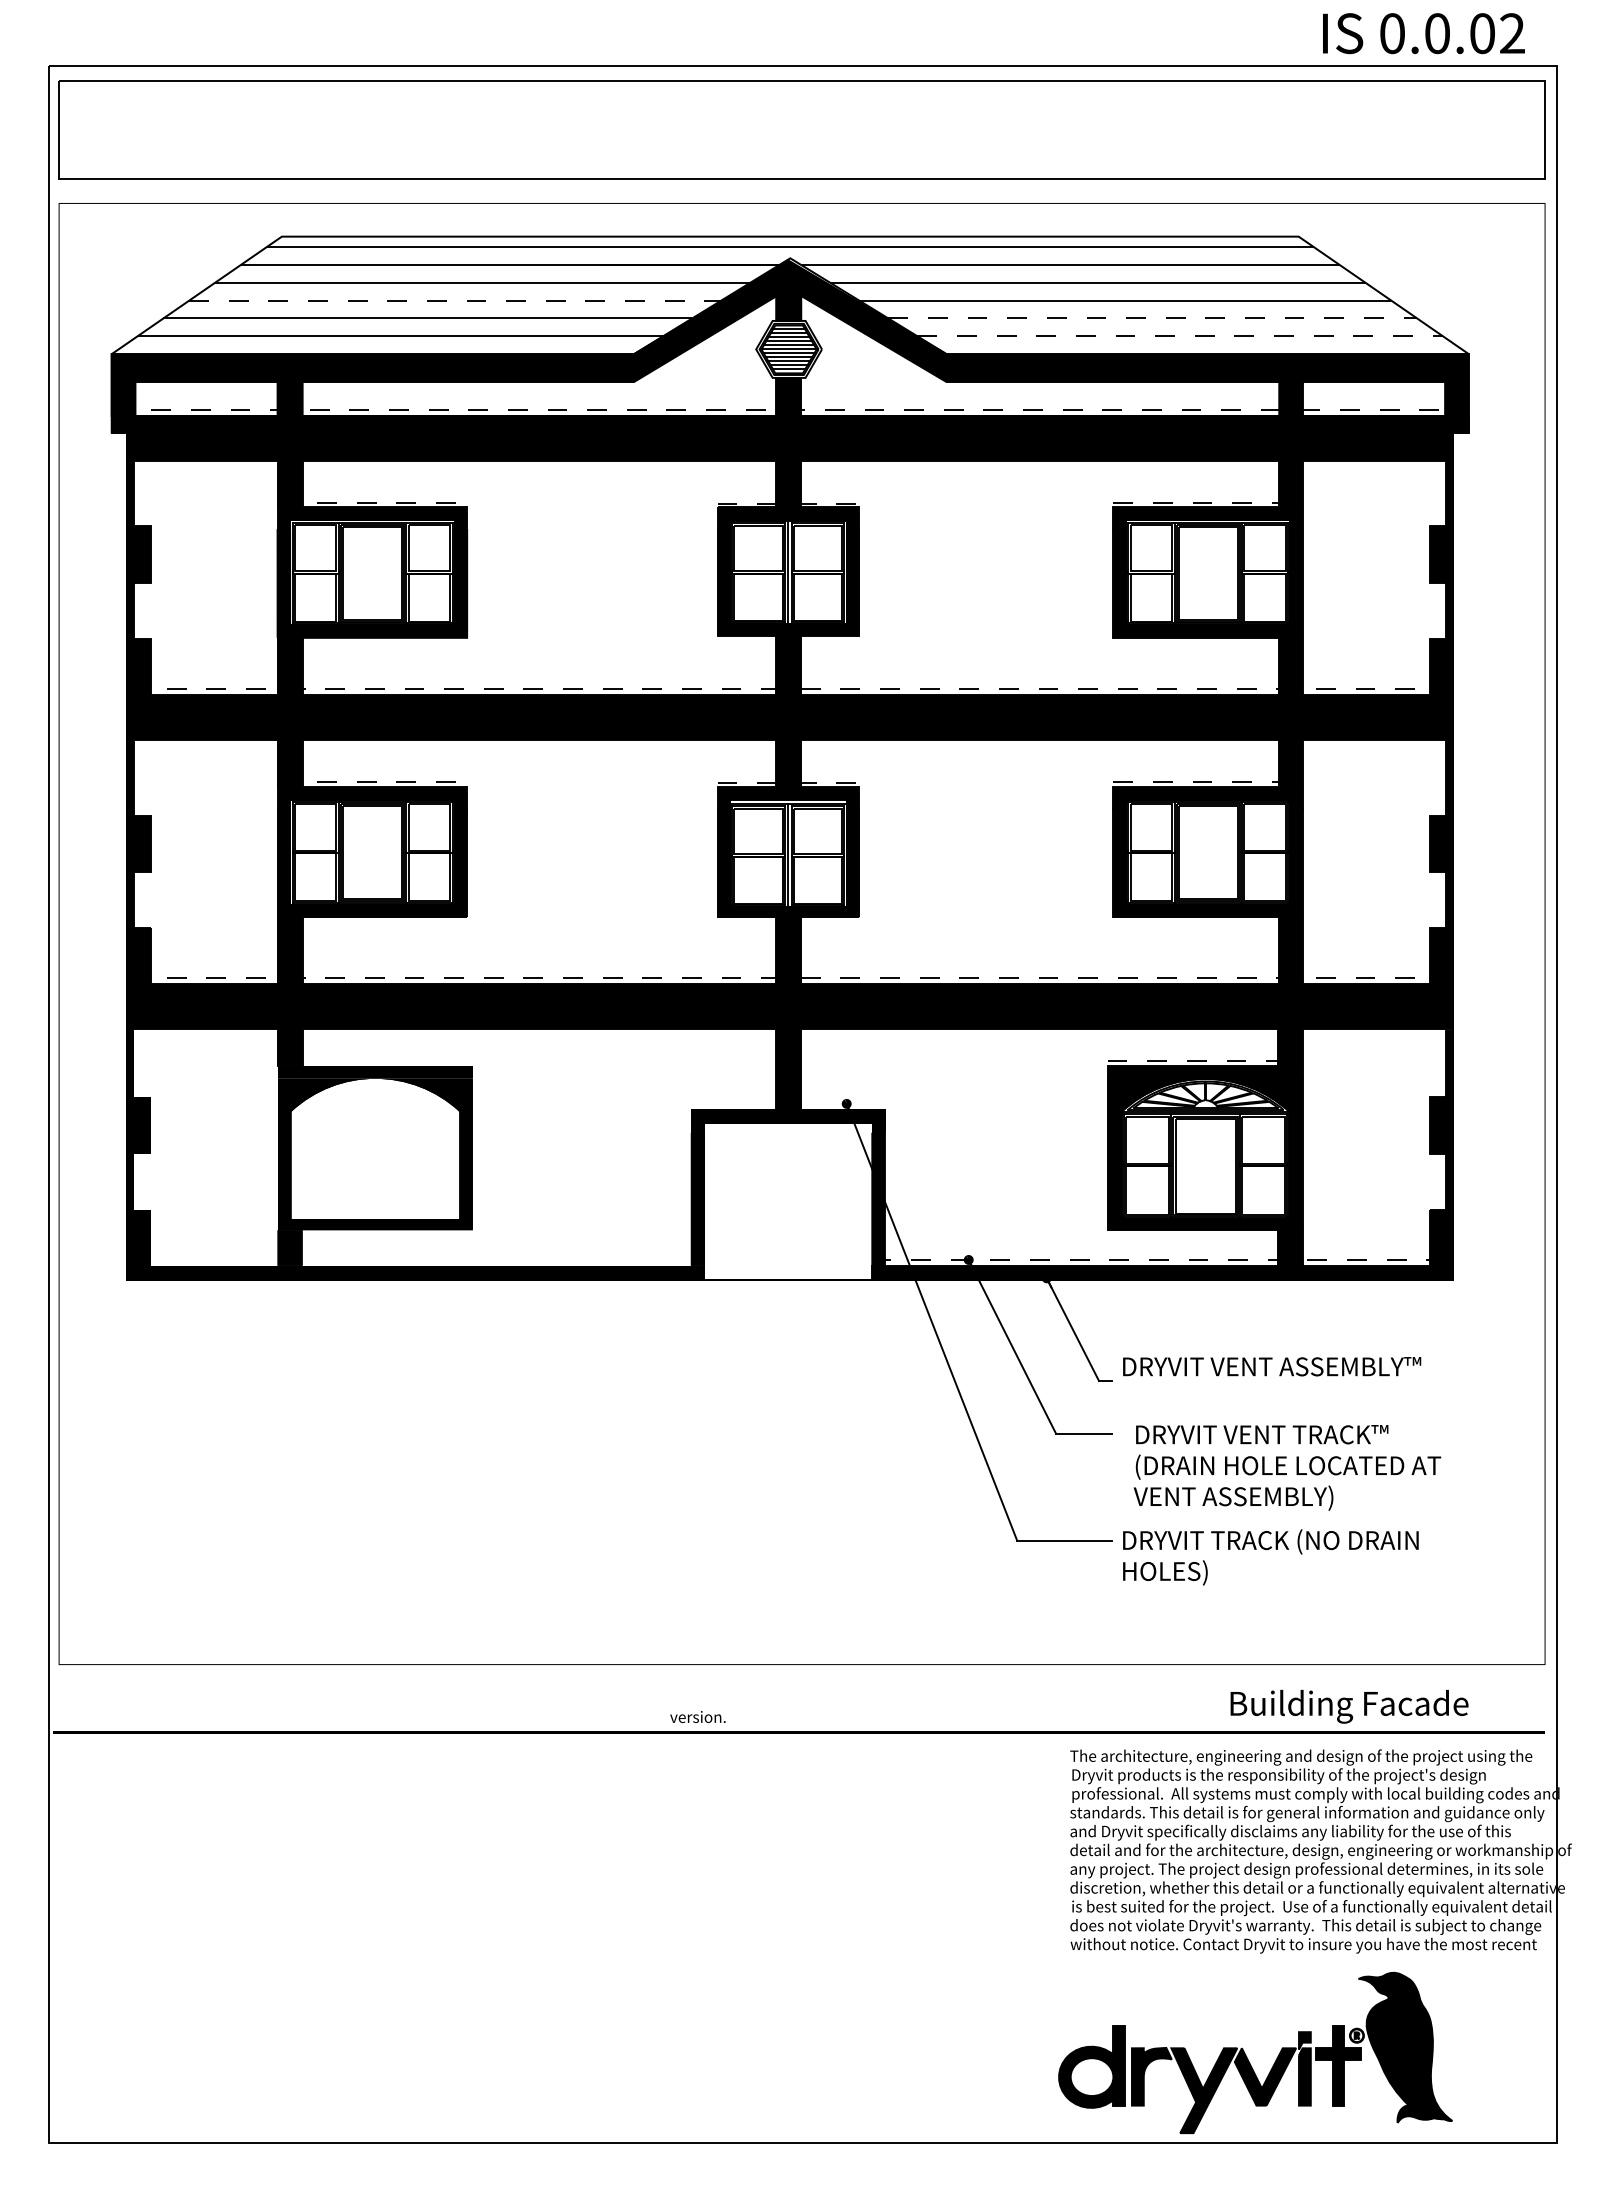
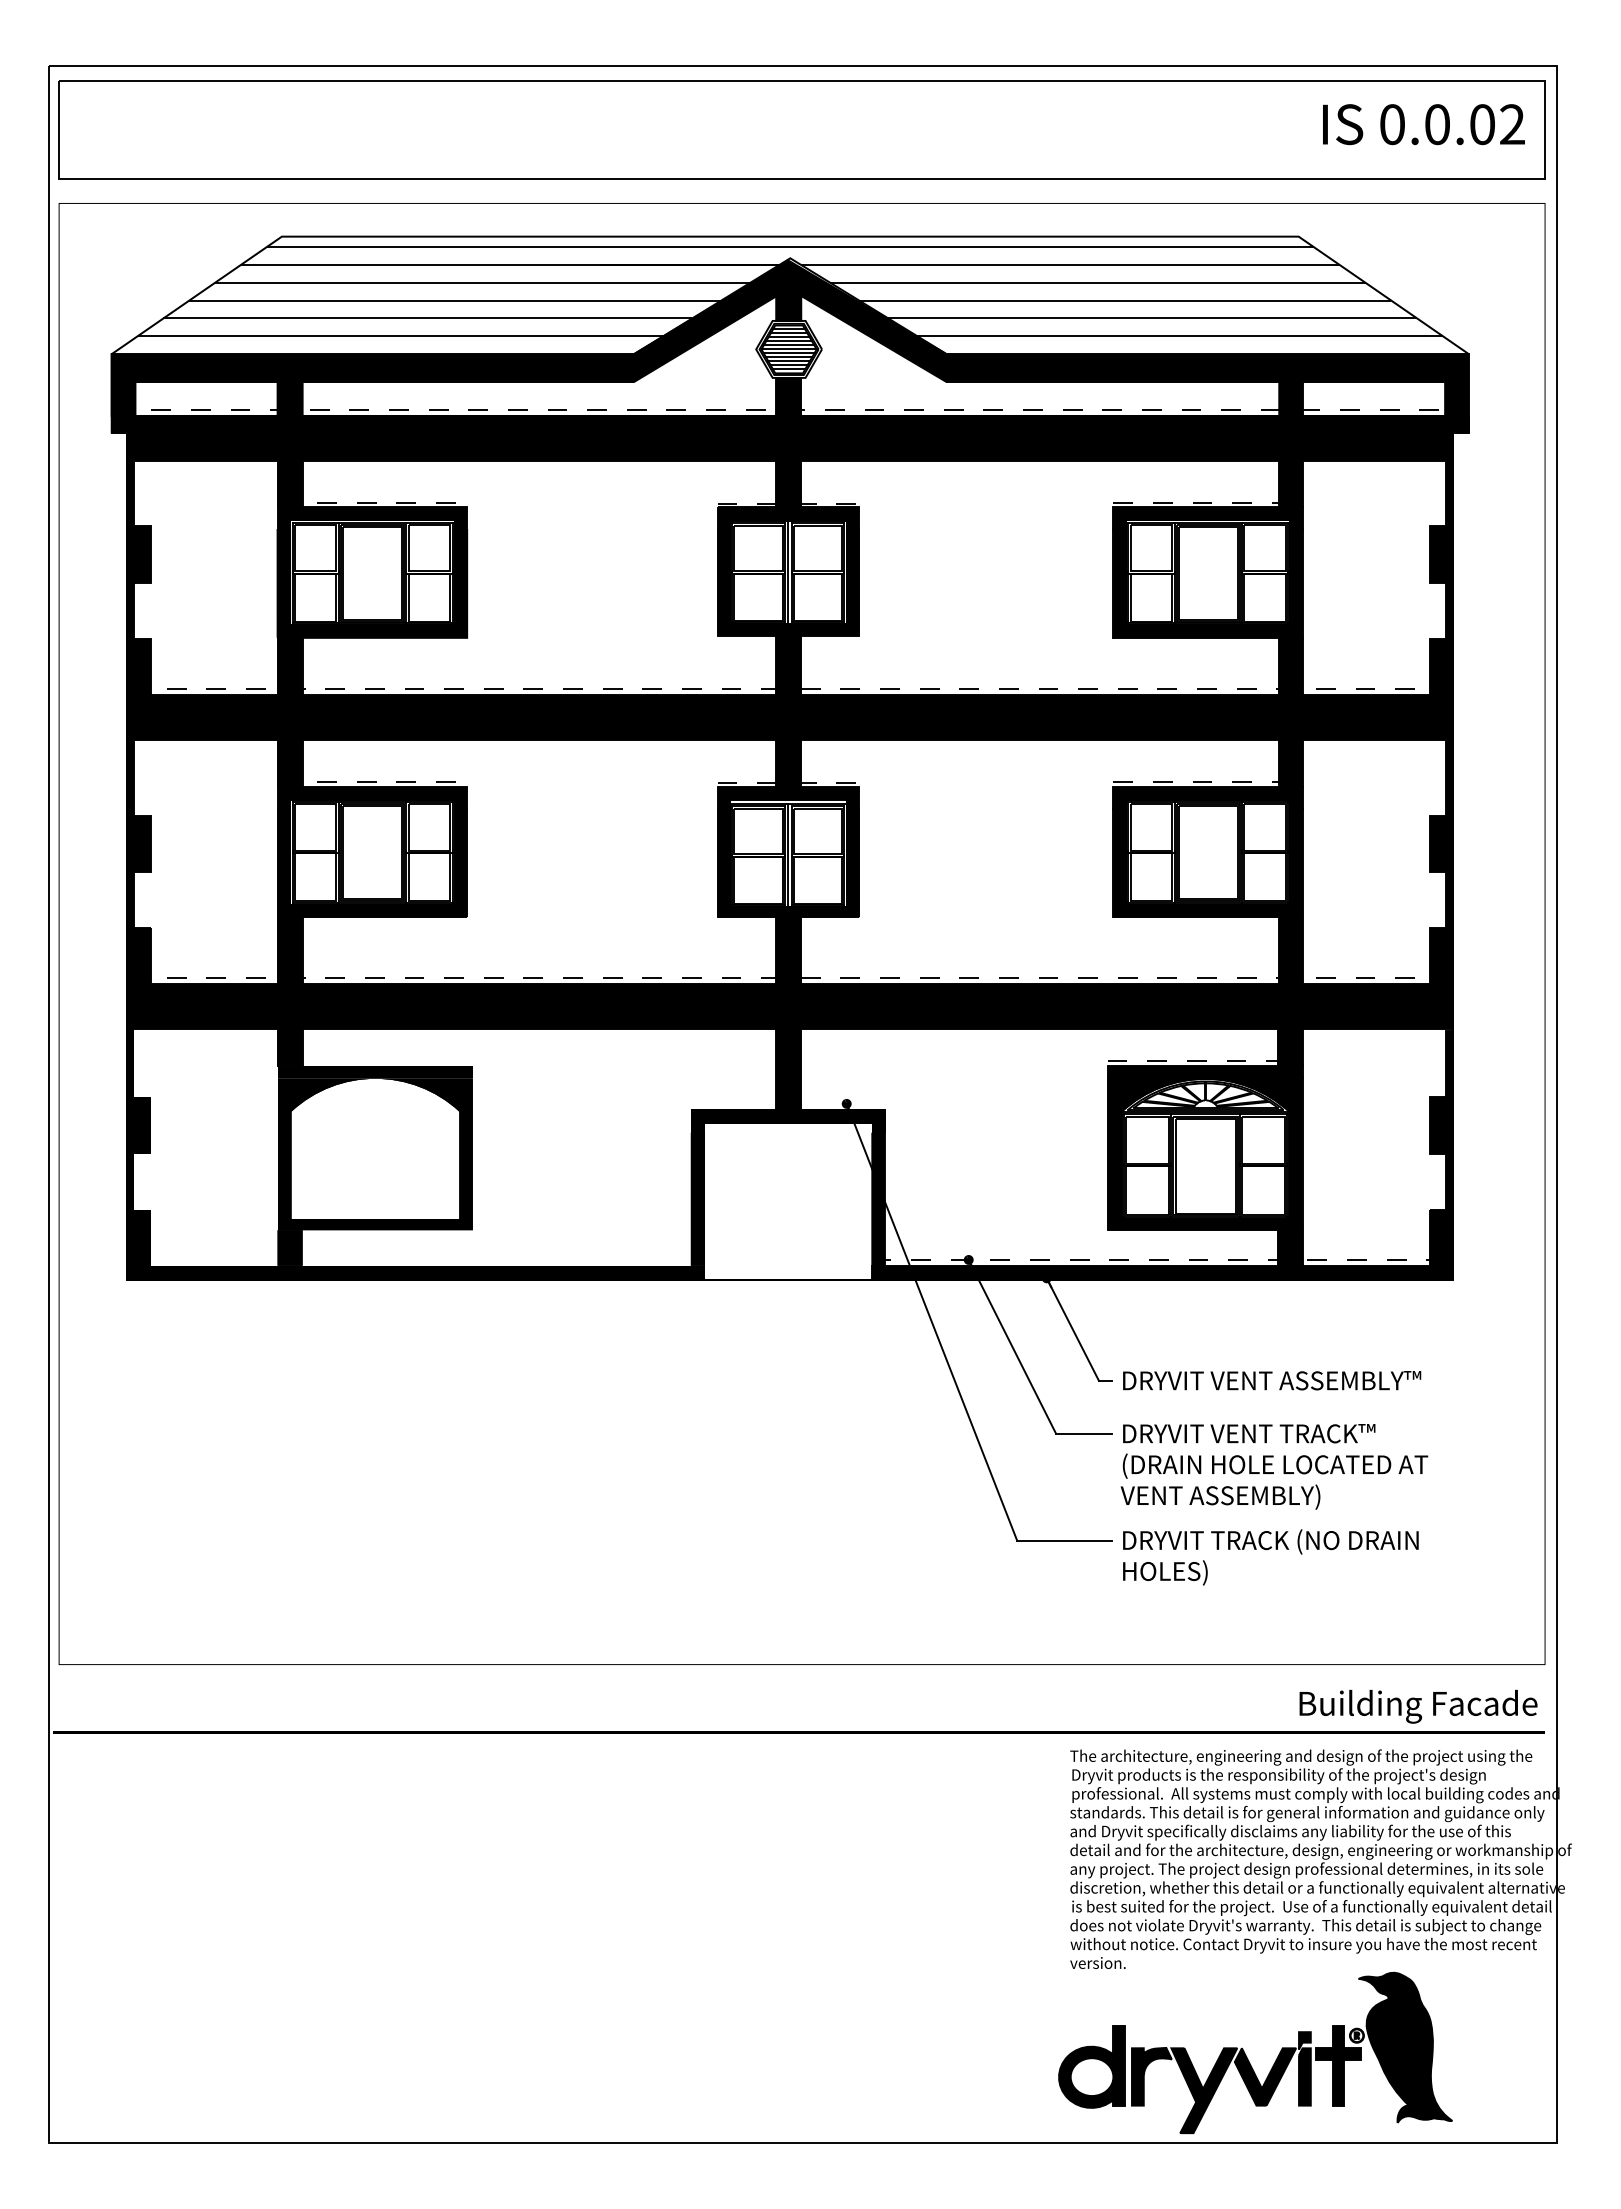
text at (1423, 33) position: (1423, 33) -> (1423, 124)
line at (455, 300): dashed -> solid
line at (1153, 318): dashed -> solid
line at (1180, 336): dashed -> solid
text at (1272, 1366) position: (1272, 1366) -> (1272, 1380)
text at (1287, 1467) position: (1287, 1467) -> (1274, 1466)
text at (1349, 1706) position: (1349, 1706) -> (1418, 1706)
text at (697, 1716) position: (697, 1716) -> (1097, 1962)
